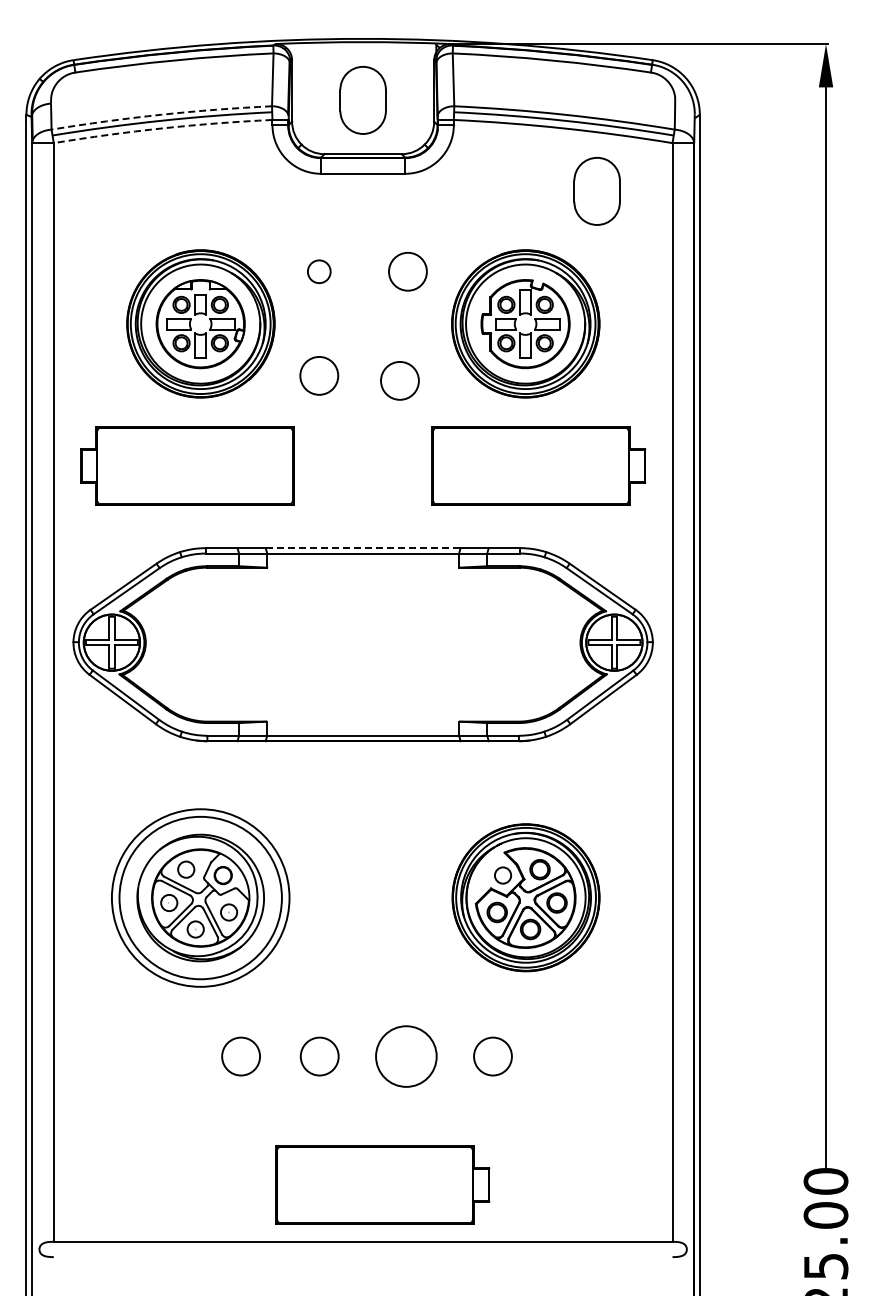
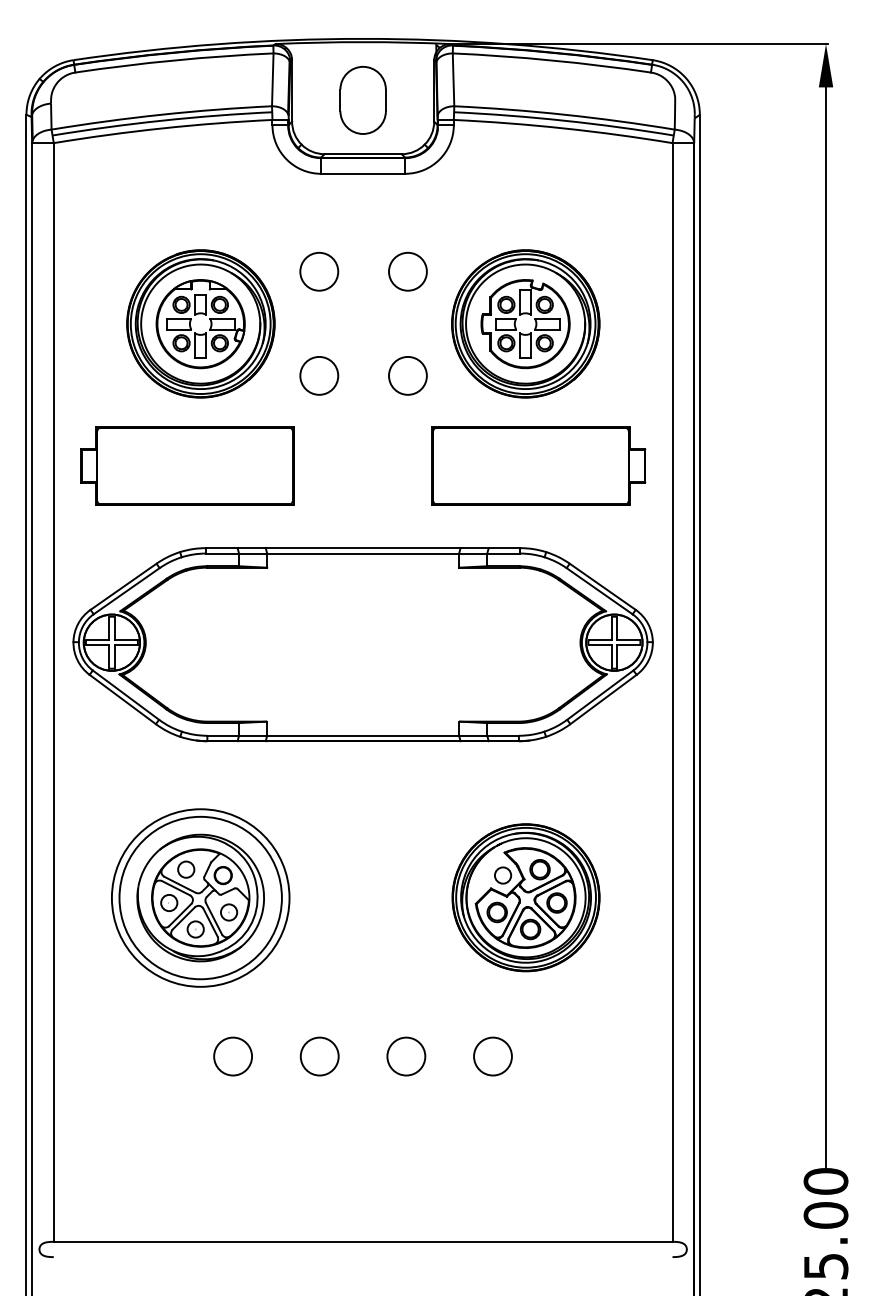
arc at (161, 114): dashed -> solid
arc at (162, 128): dashed -> solid
part at (596, 191): present -> none
circle at (318, 271) diameter: 23 px -> 38 px
circle at (399, 380) position: (399, 380) -> (407, 375)
line at (363, 548): dashed -> solid
circle at (240, 1056) position: (240, 1056) -> (232, 1056)
circle at (406, 1056) diameter: 61 px -> 38 px
part at (382, 1184): present -> none
